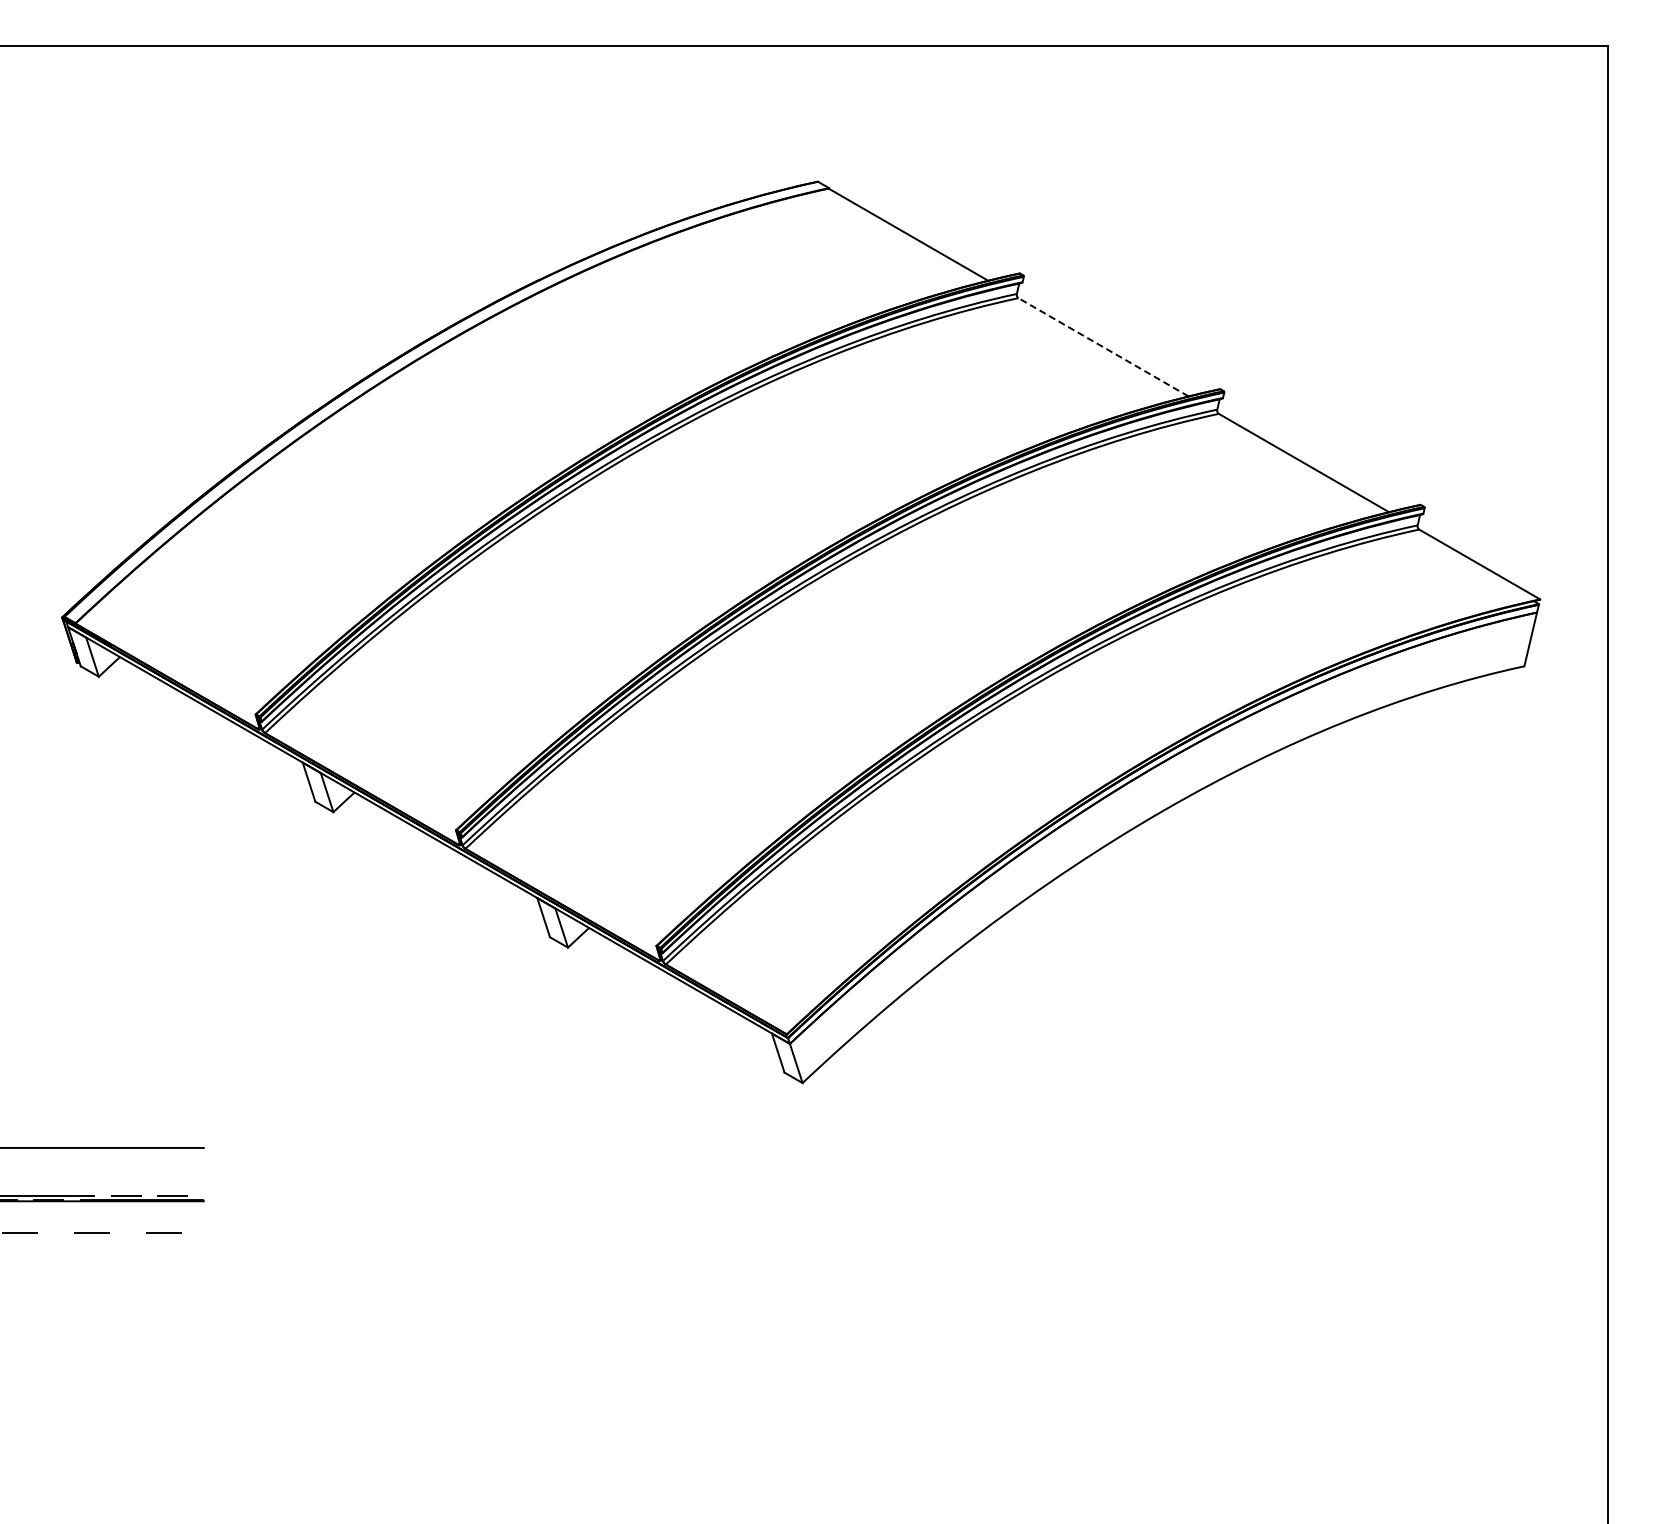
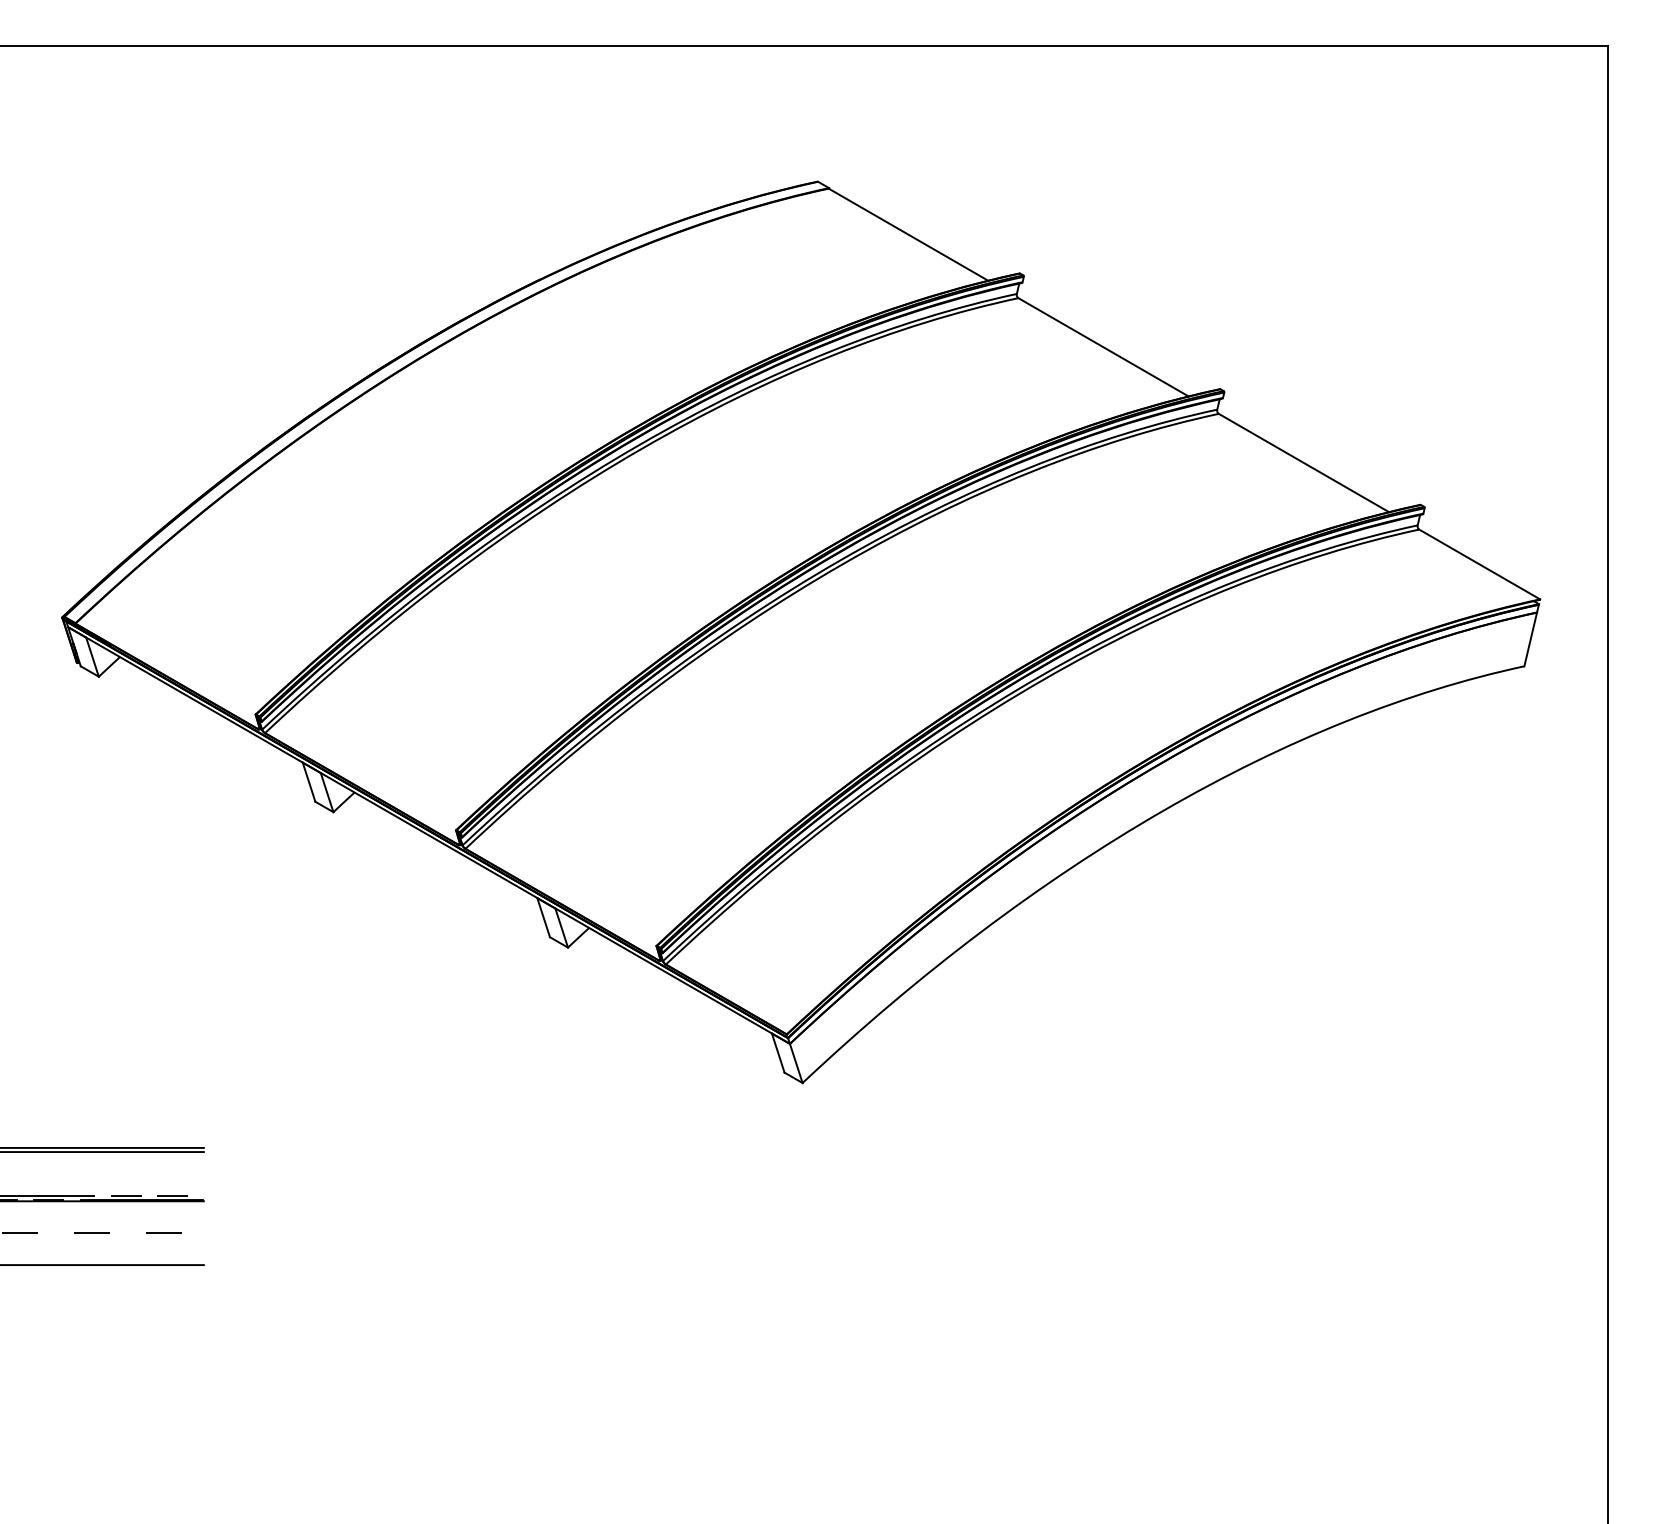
line at (1103, 347): dashed -> solid
line at (102, 1152): none -> present
line at (102, 1265): none -> present
